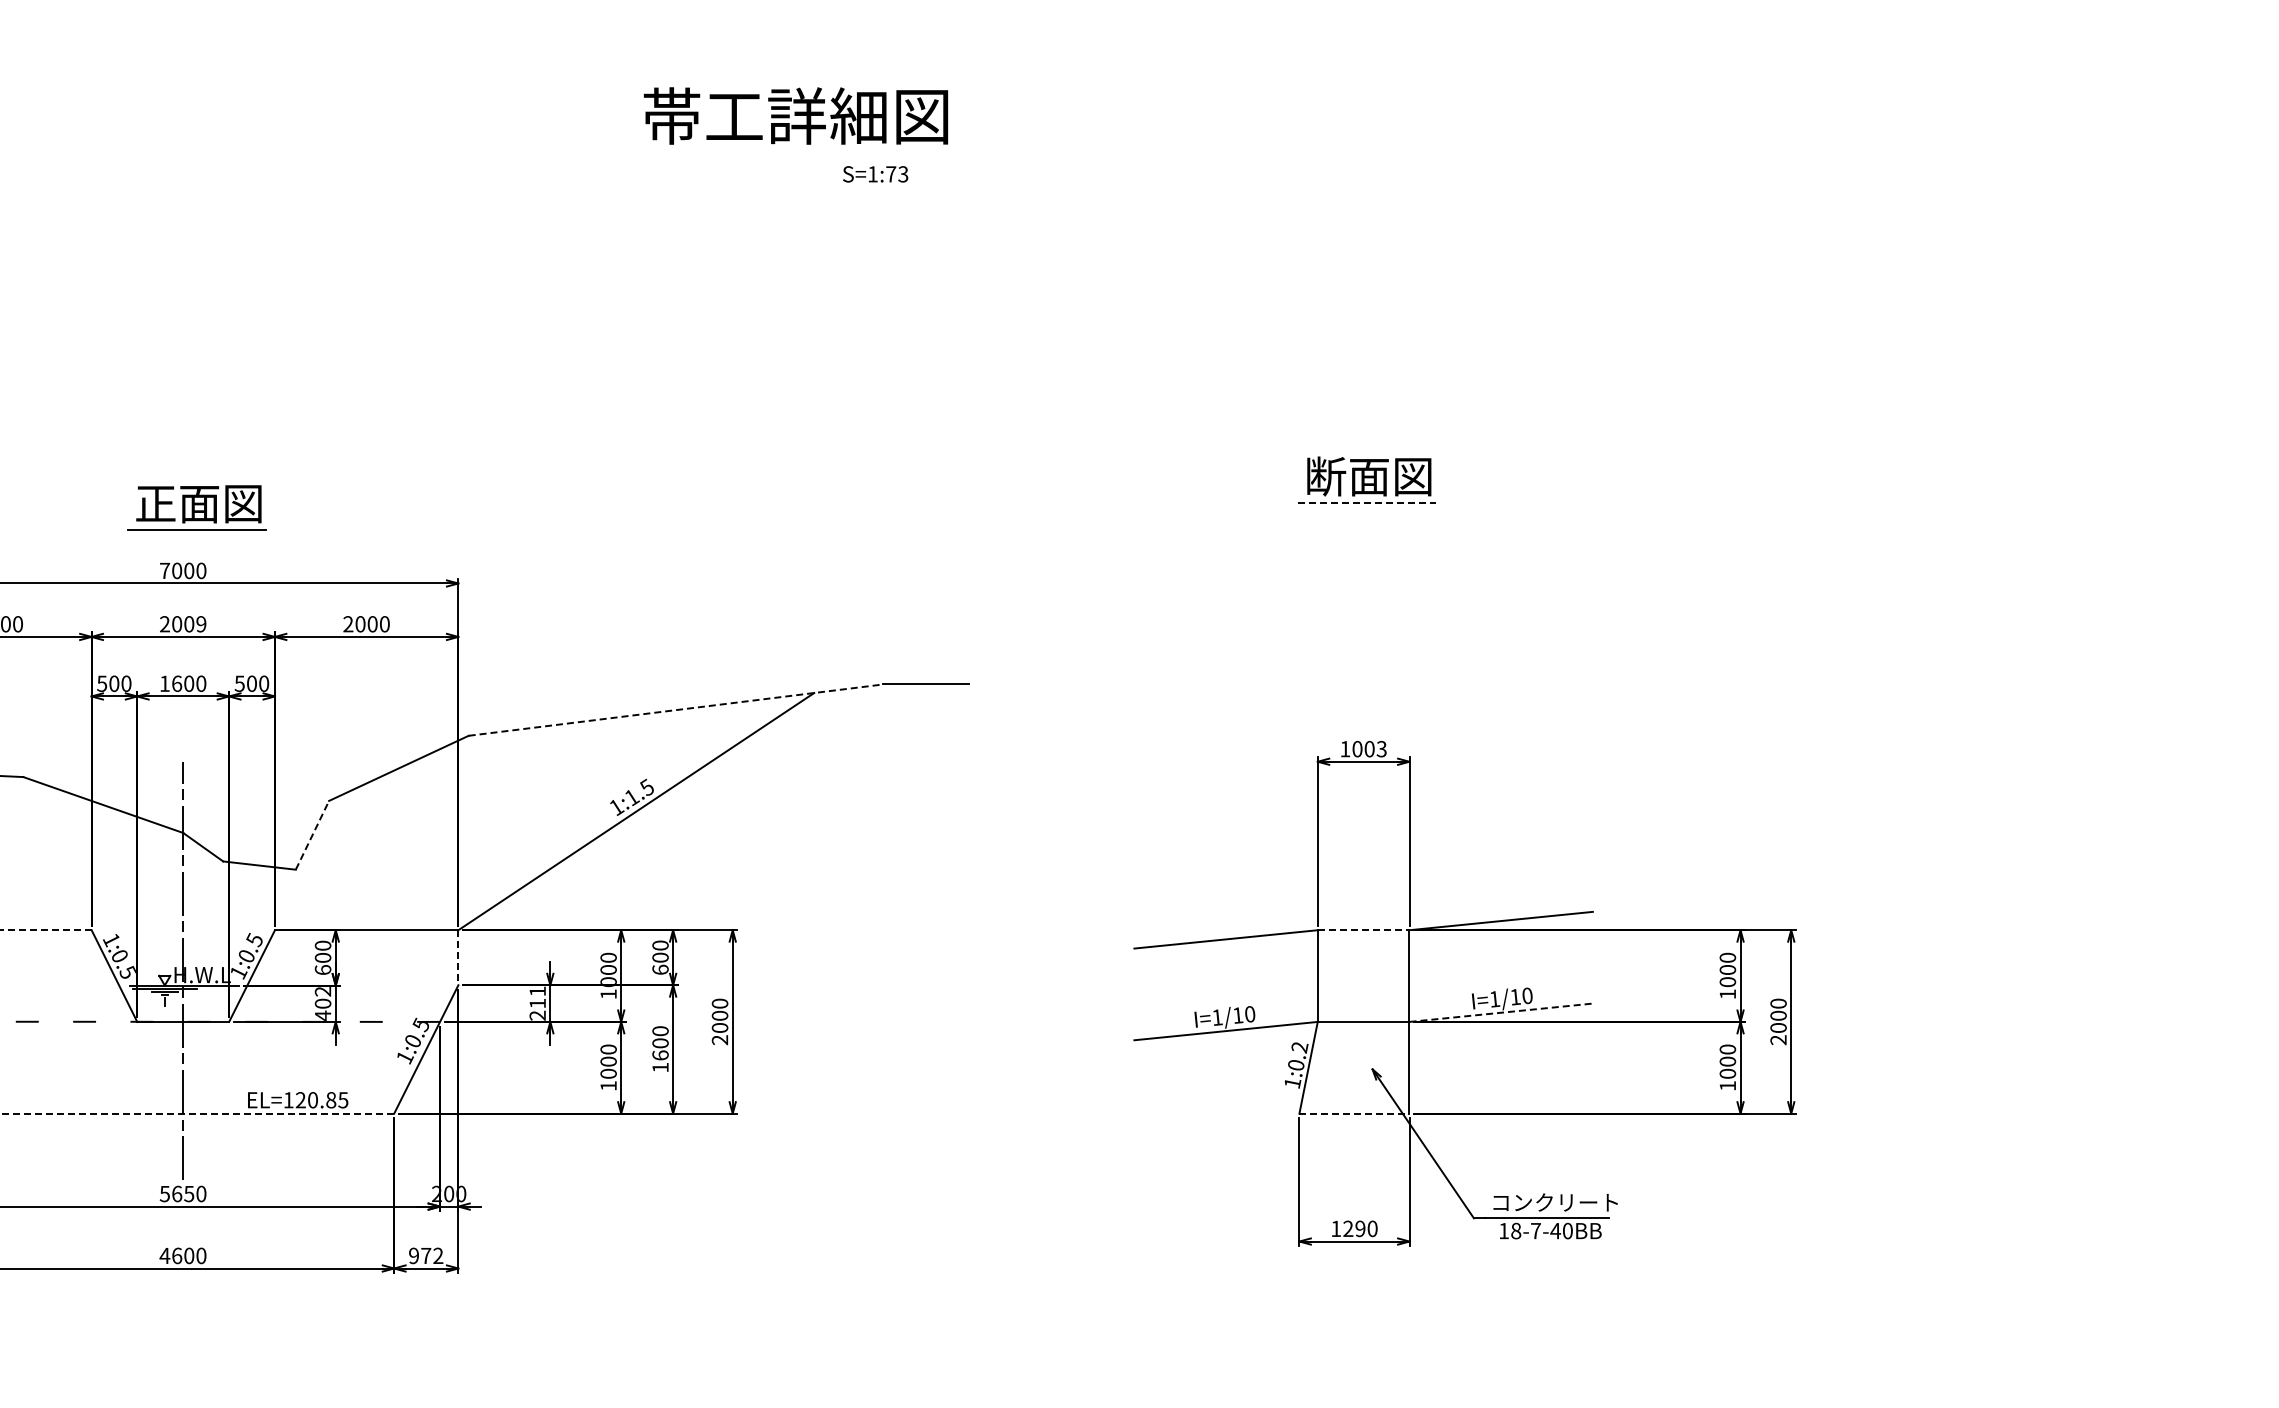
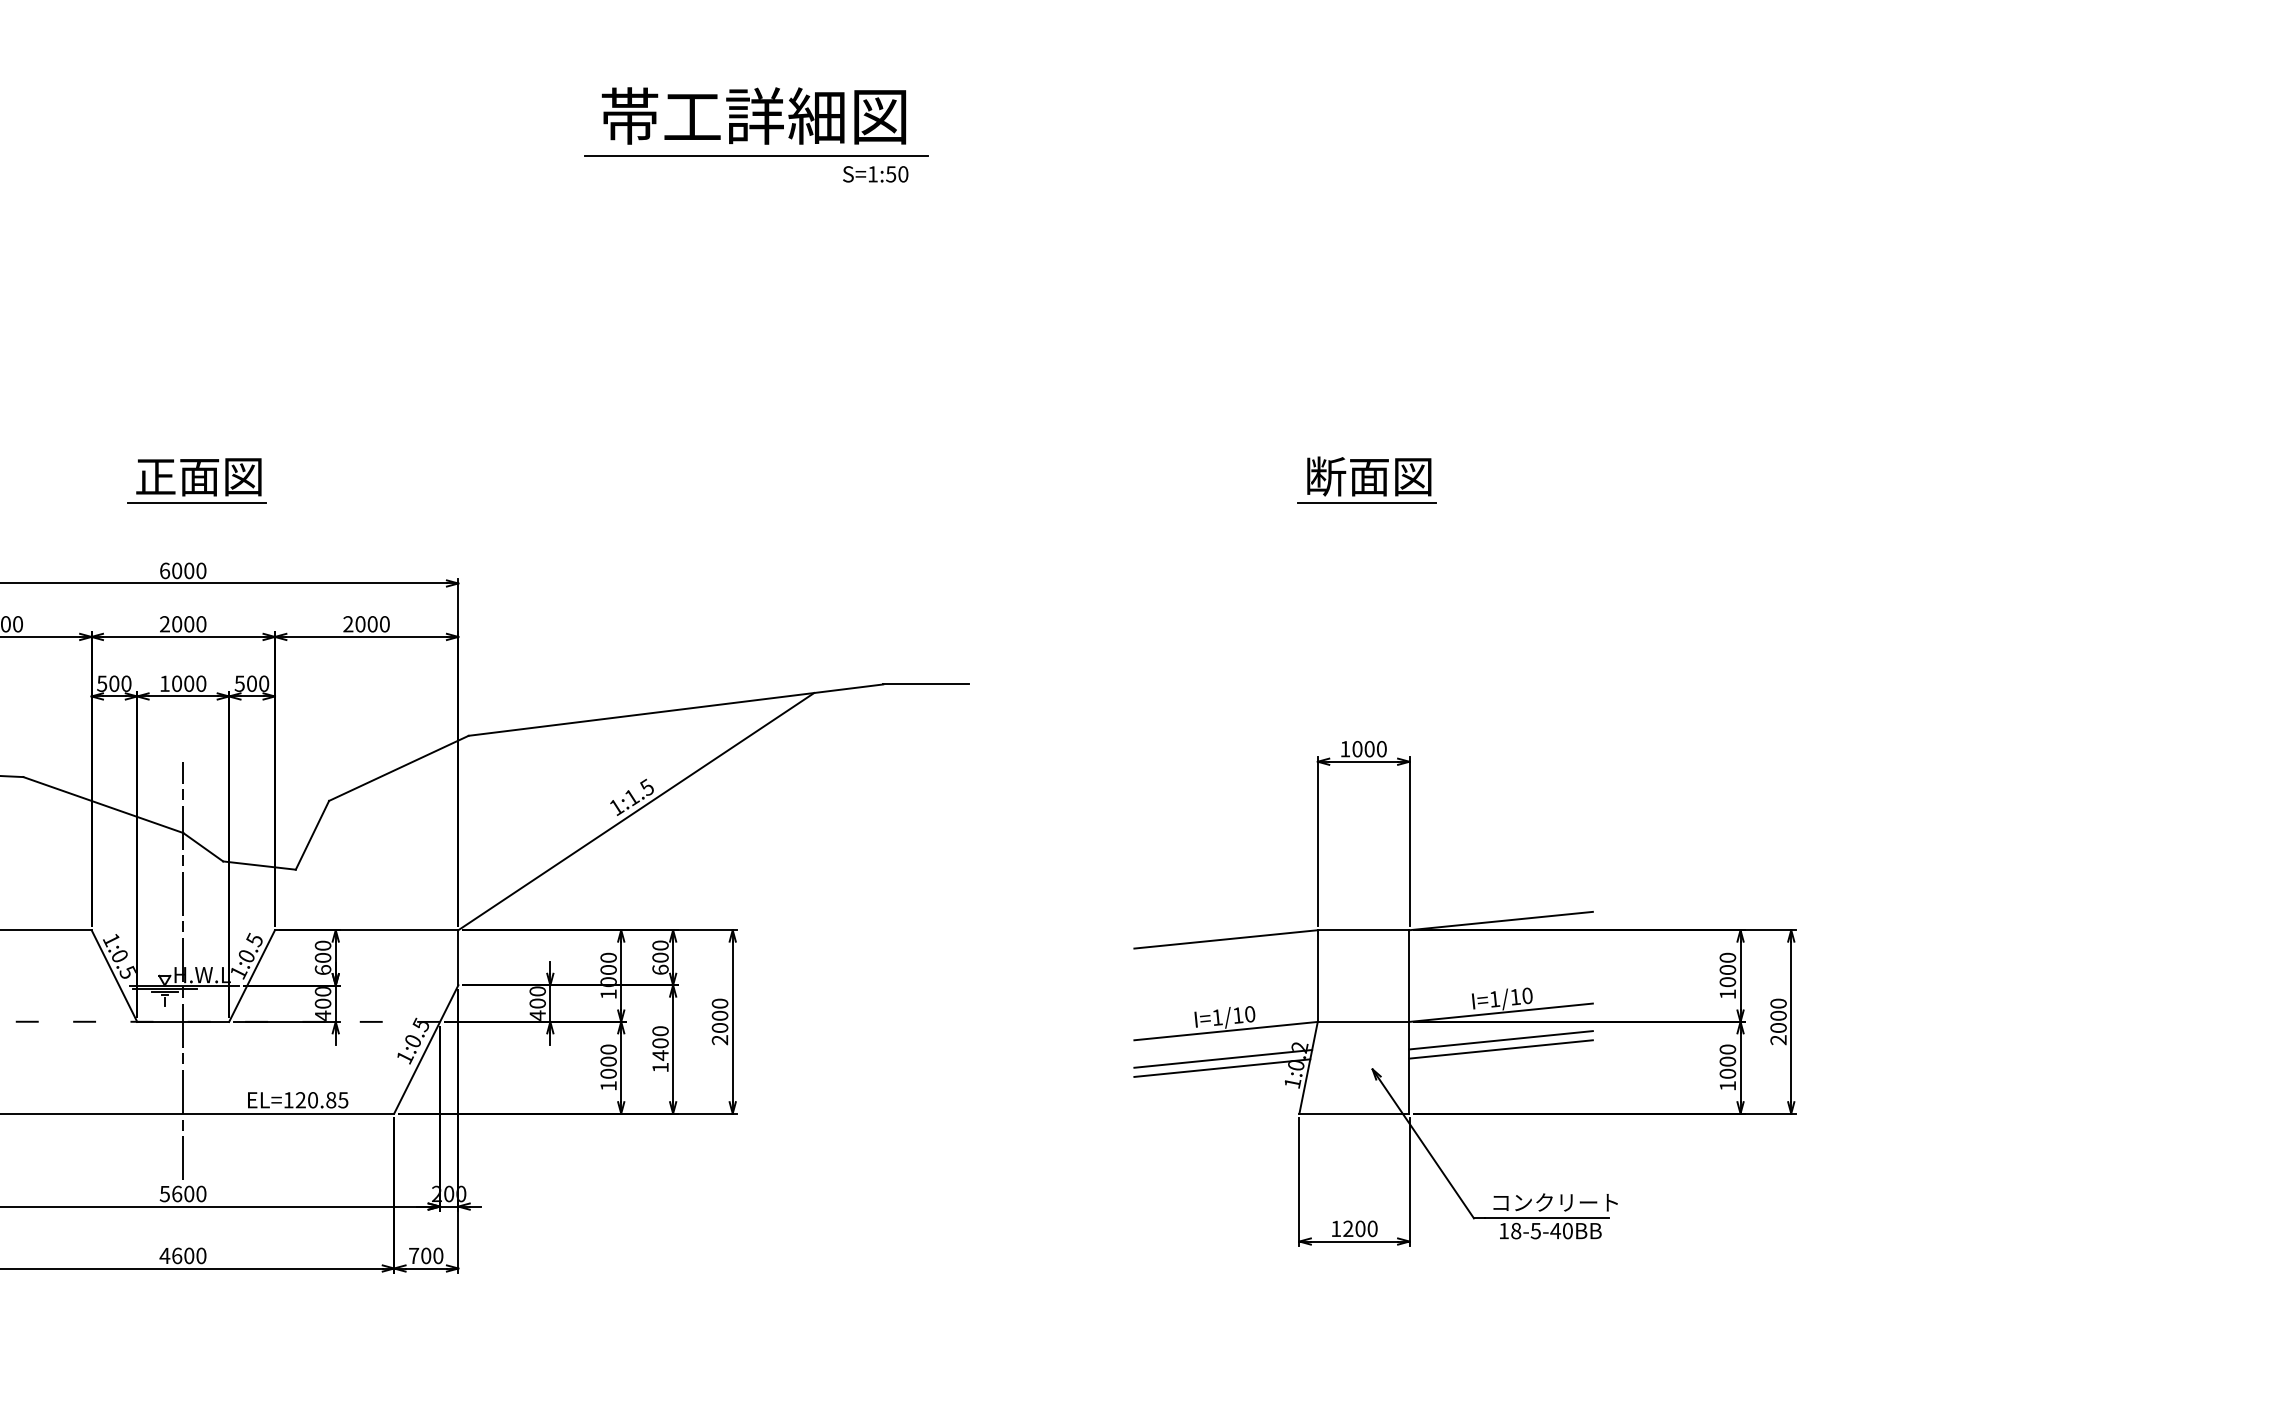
text at (795, 115) position: (795, 115) -> (753, 115)
line at (756, 156): none -> present
text at (897, 174): S=1:73 -> S=1:50
line at (1367, 502): dashed -> solid
part at (196, 507) position: (196, 507) -> (196, 480)
text at (165, 570): 7000 -> 6000
text at (201, 624): 2009 -> 2000
text at (177, 683): 1600 -> 1000
line at (675, 710): dashed -> solid
text at (1381, 749): 1003 -> 1000
line at (312, 834): dashed -> solid
line at (45, 930): dashed -> solid
line at (1363, 930): dashed -> solid
line at (458, 957): dashed -> solid
text at (323, 991): 402 -> 400
text at (537, 1003): 211 -> 400
line at (1501, 1012): dashed -> solid
line at (1500, 1040): none -> present
line at (1500, 1049): none -> present
text at (660, 1055): 1600 -> 1400
line at (1223, 1058): none -> present
line at (1222, 1067): none -> present
line at (197, 1113): dashed -> solid
line at (1354, 1113): dashed -> solid
text at (189, 1193): 5650 -> 5600
text at (1360, 1228): 1290 -> 1200
text at (1535, 1231): 18-7-40BB -> 18-5-40BB
text at (426, 1255): 972 -> 700
